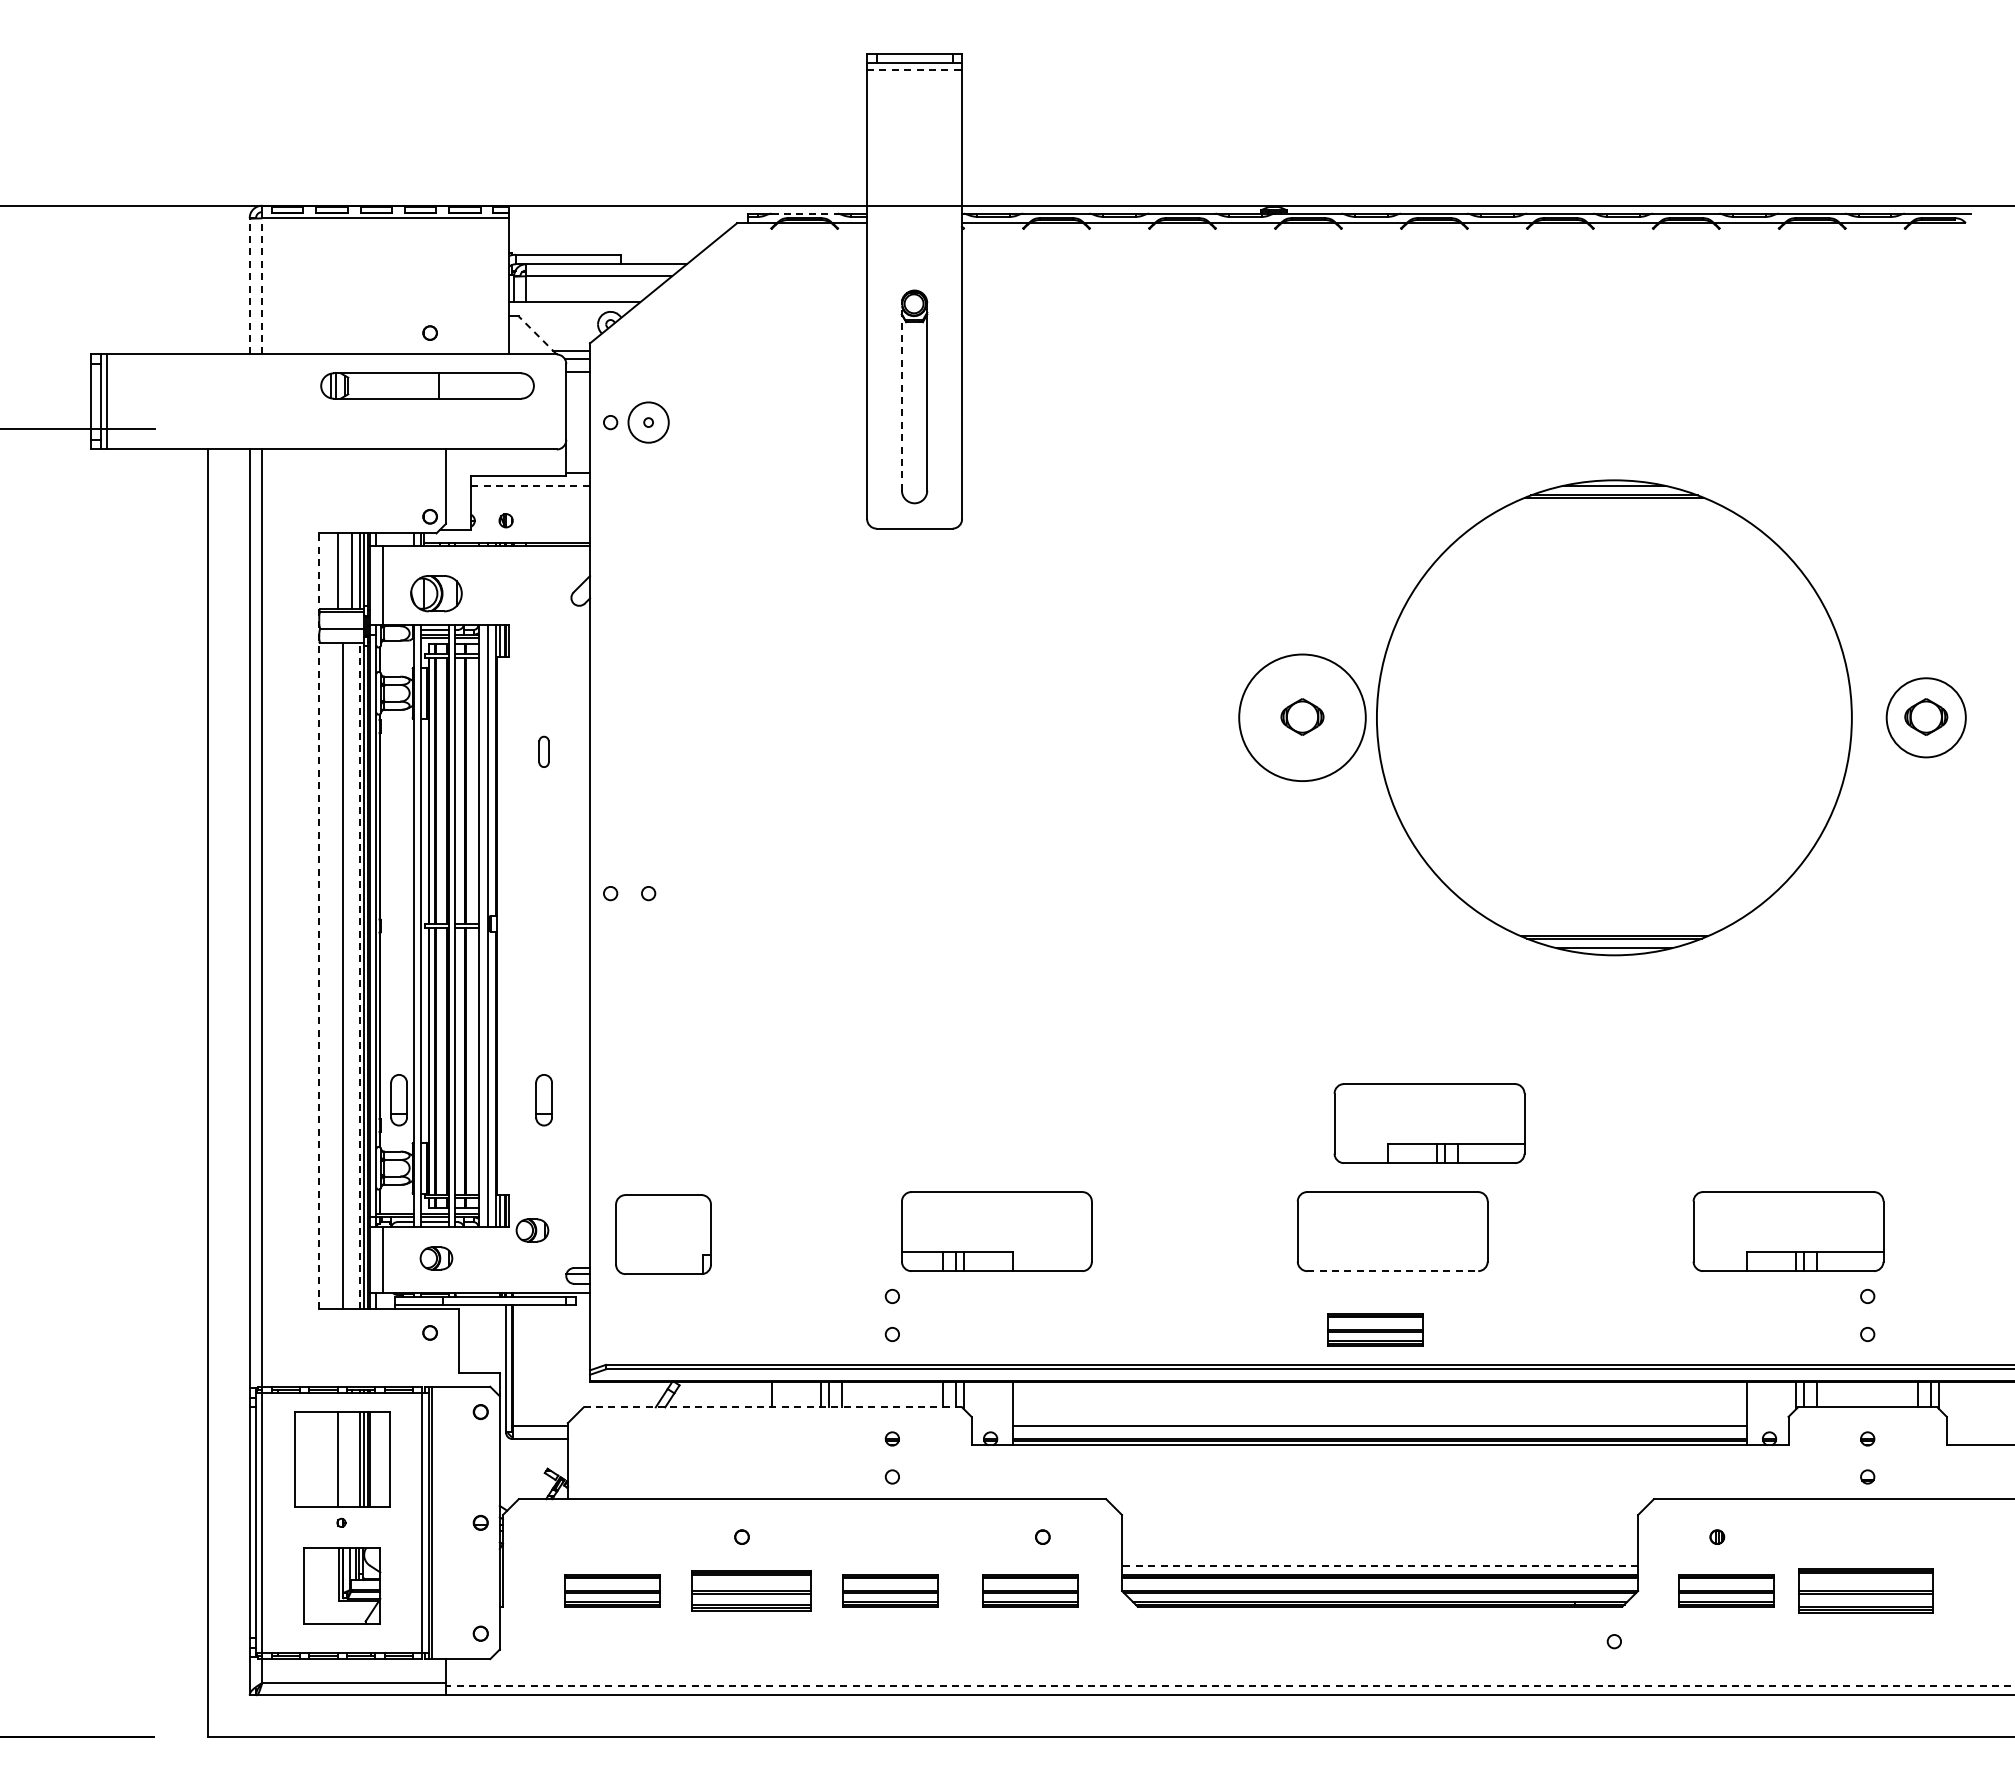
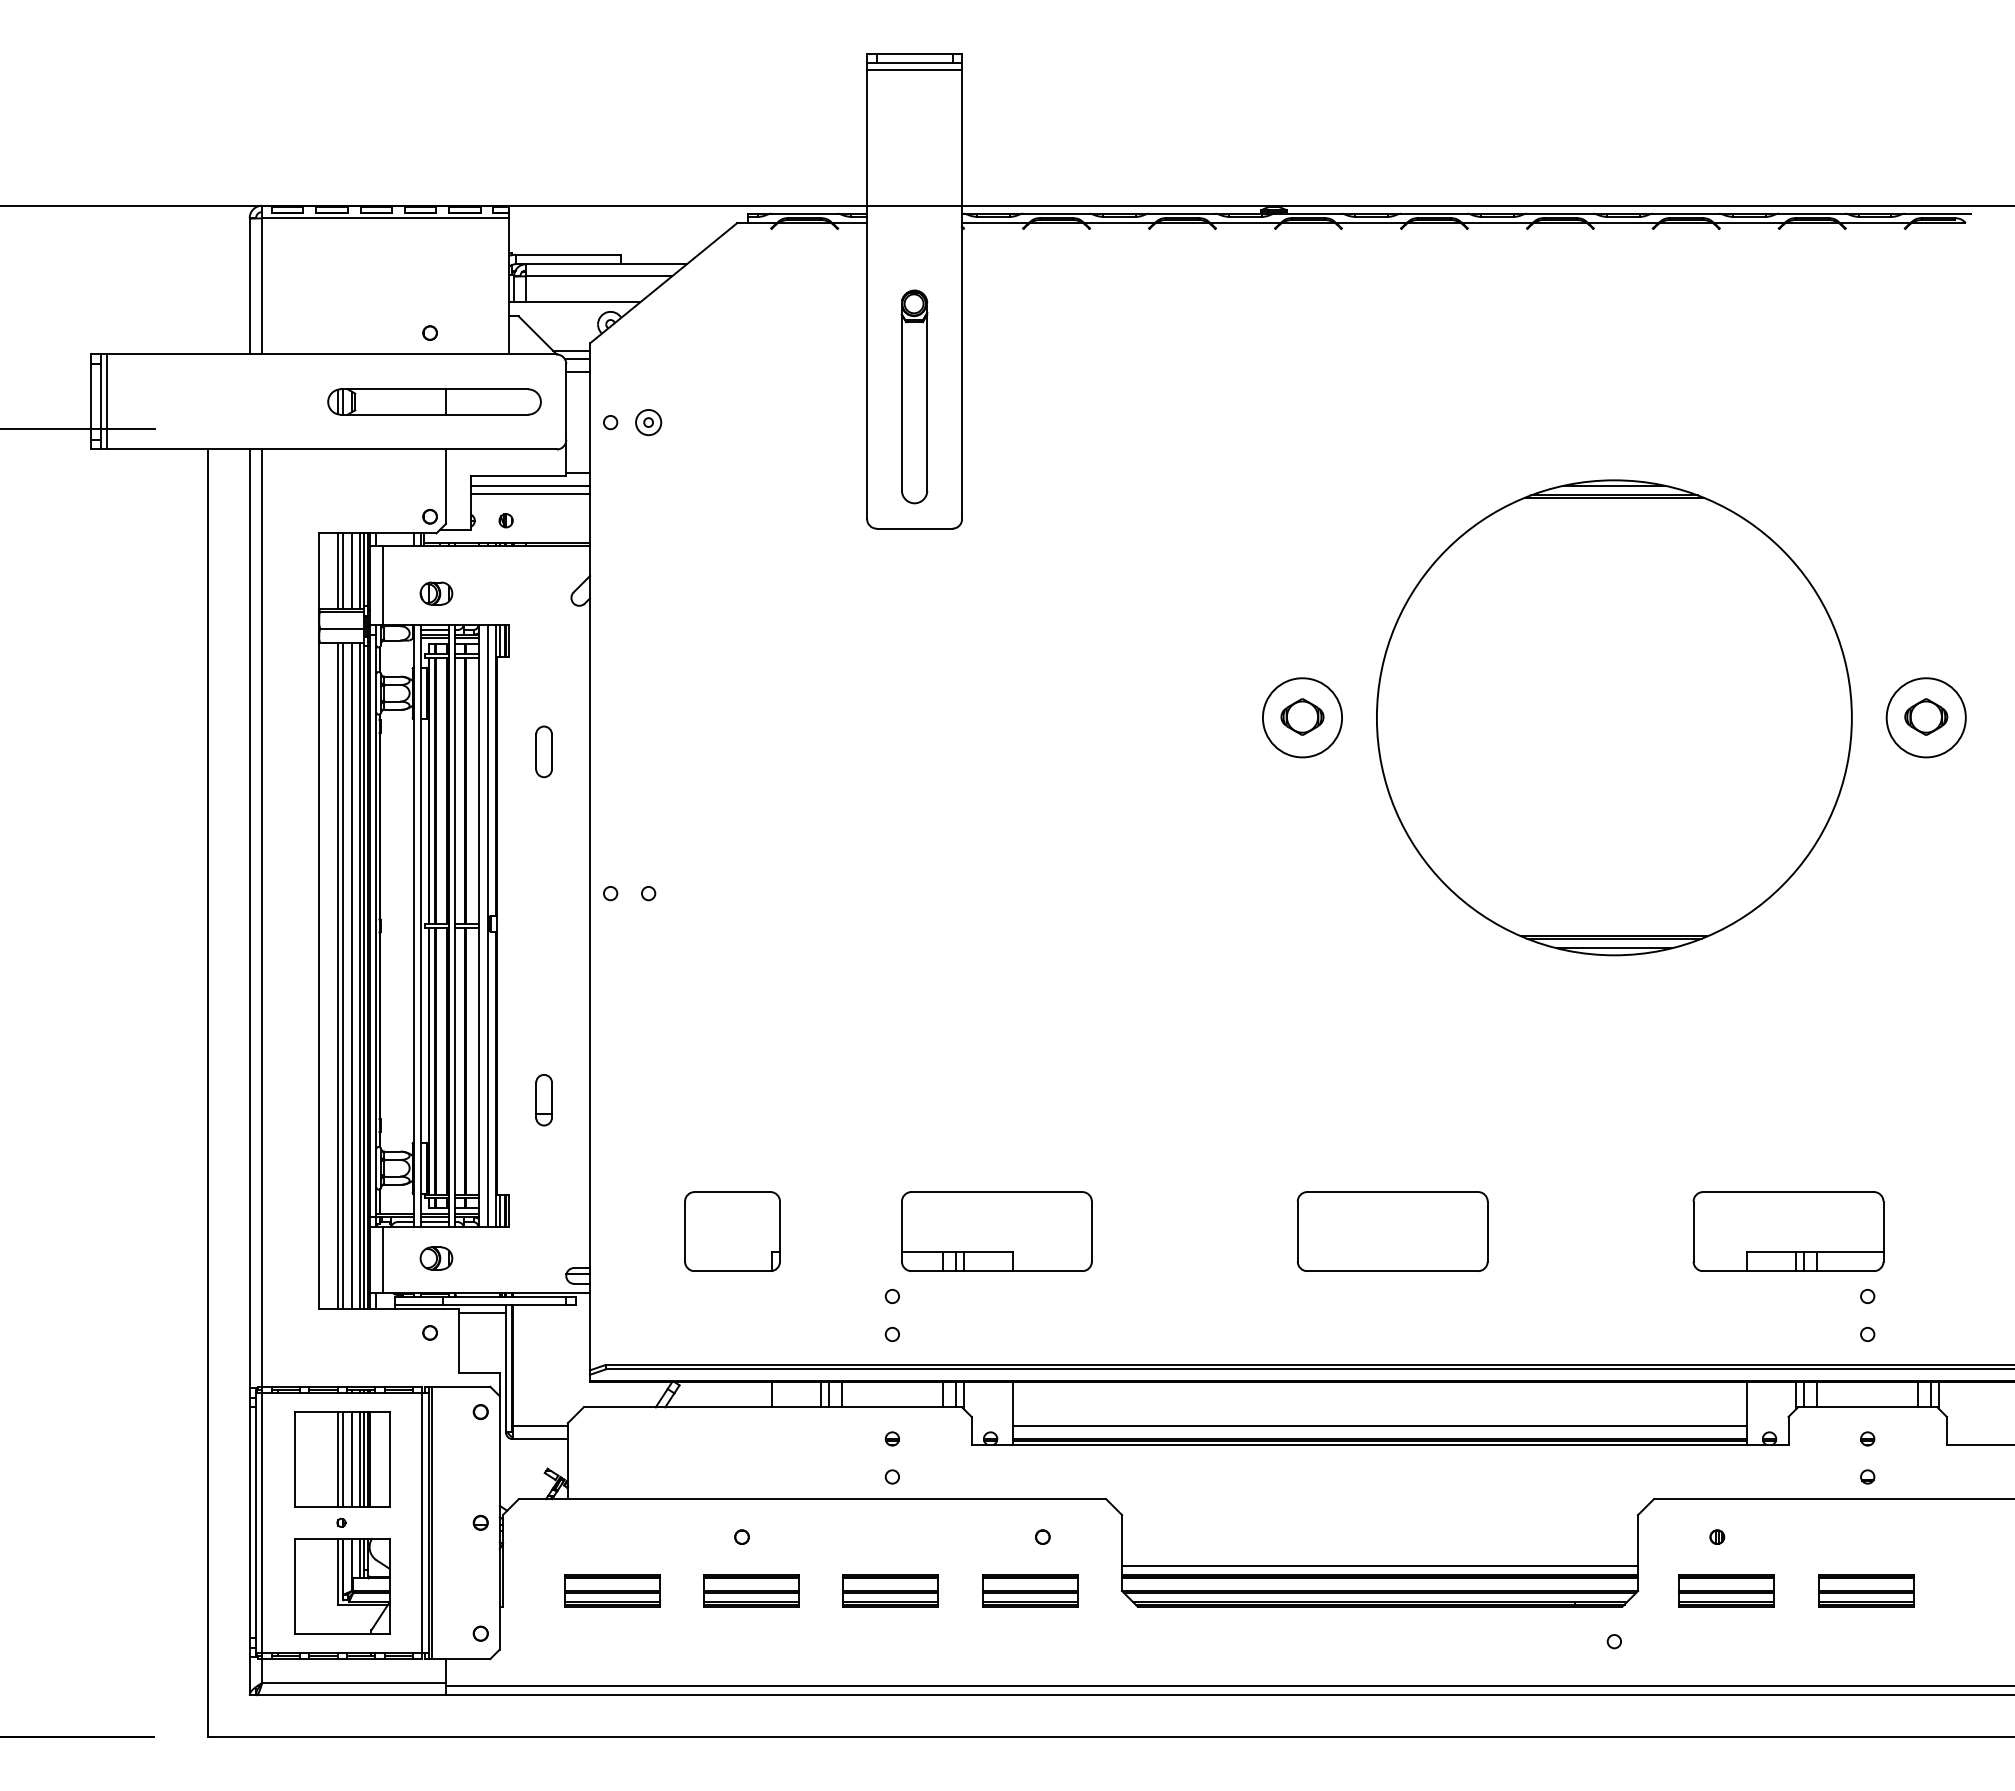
line at (914, 69): dashed -> solid
line at (804, 213): dashed -> solid
line at (262, 285): dashed -> solid
line at (249, 286): dashed -> solid
line at (537, 335): dashed -> solid
part at (427, 385) position: (427, 385) -> (434, 401)
line at (901, 396): dashed -> solid
circle at (648, 422) diameter: 40 px -> 25 px
line at (531, 485): dashed -> solid
line at (530, 494): none -> present
line at (343, 571): none -> present
part at (436, 593) size: 53x38 px -> 35x25 px
circle at (1302, 717) diameter: 127 px -> 79 px
part at (543, 751) size: 12x33 px -> 18x54 px
line at (319, 921): dashed -> solid
line at (359, 975): dashed -> solid
line at (338, 976): none -> present
line at (351, 976): none -> present
part at (398, 1100): present -> none
part at (1429, 1123): present -> none
part at (532, 1230): present -> none
part at (663, 1234) position: (663, 1234) -> (732, 1231)
line at (1393, 1271): dashed -> solid
line at (482, 1313): none -> present
part at (1375, 1329): present -> none
line at (772, 1407): dashed -> solid
line at (343, 1459): none -> present
line at (351, 1459): none -> present
line at (1379, 1565): dashed -> solid
part at (342, 1585) size: 79x78 px -> 97x97 px
part at (751, 1590) size: 121x42 px -> 97x34 px
part at (1865, 1590) size: 136x46 px -> 97x34 px
line at (1229, 1686): dashed -> solid
